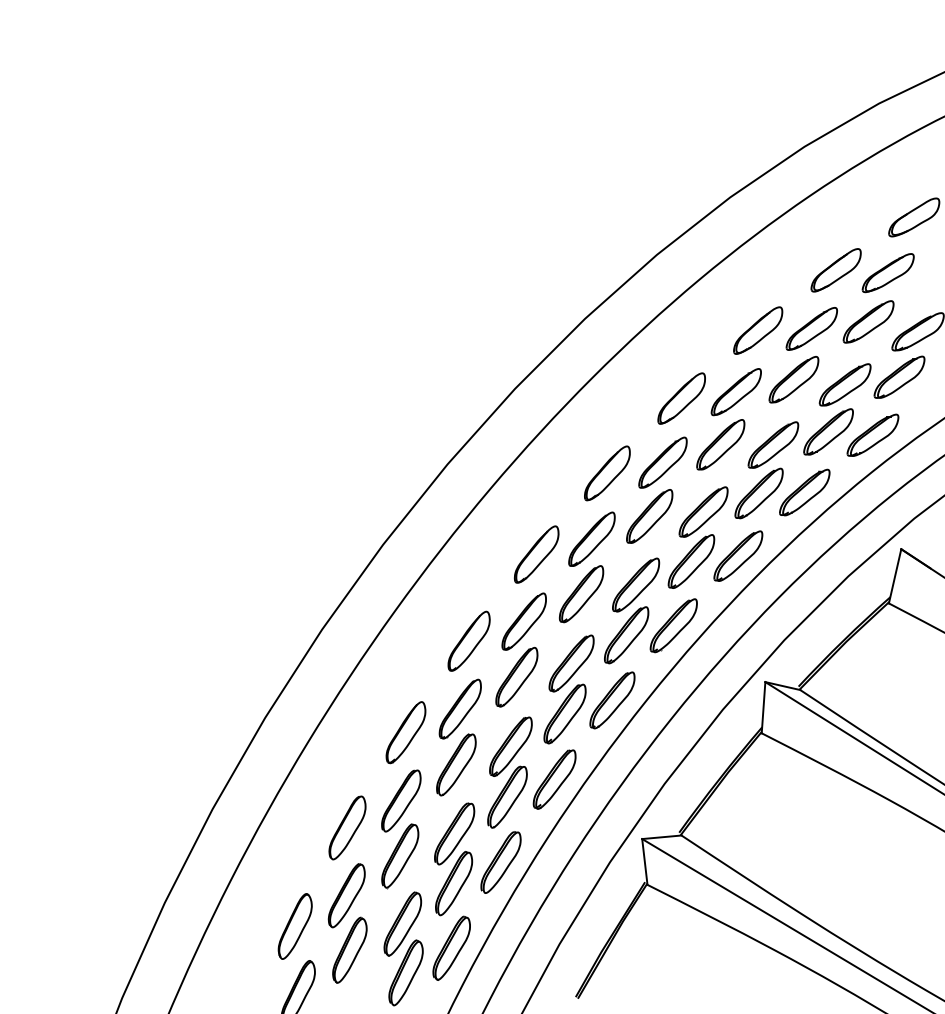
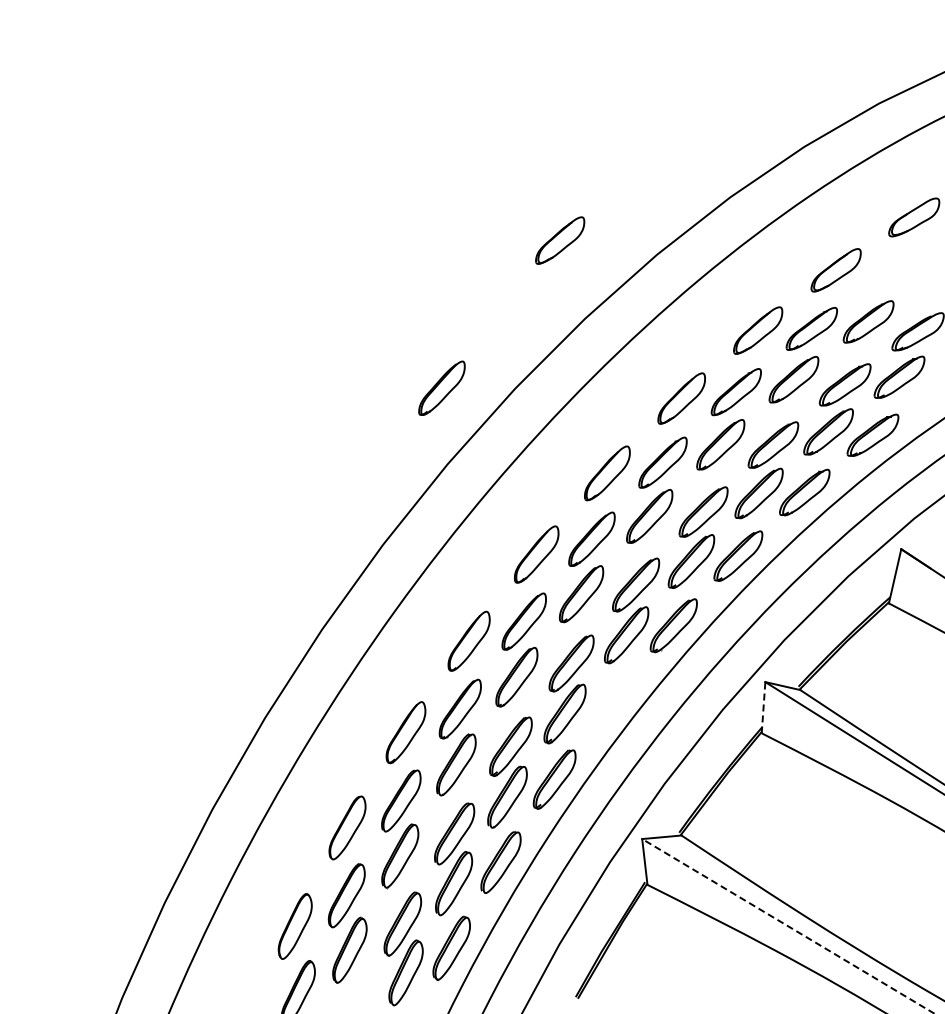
part at (560, 240): none -> present
part at (887, 273): present -> none
part at (441, 387): none -> present
part at (612, 700): present -> none
line at (763, 707): solid -> dashed
line at (788, 926): solid -> dashed
